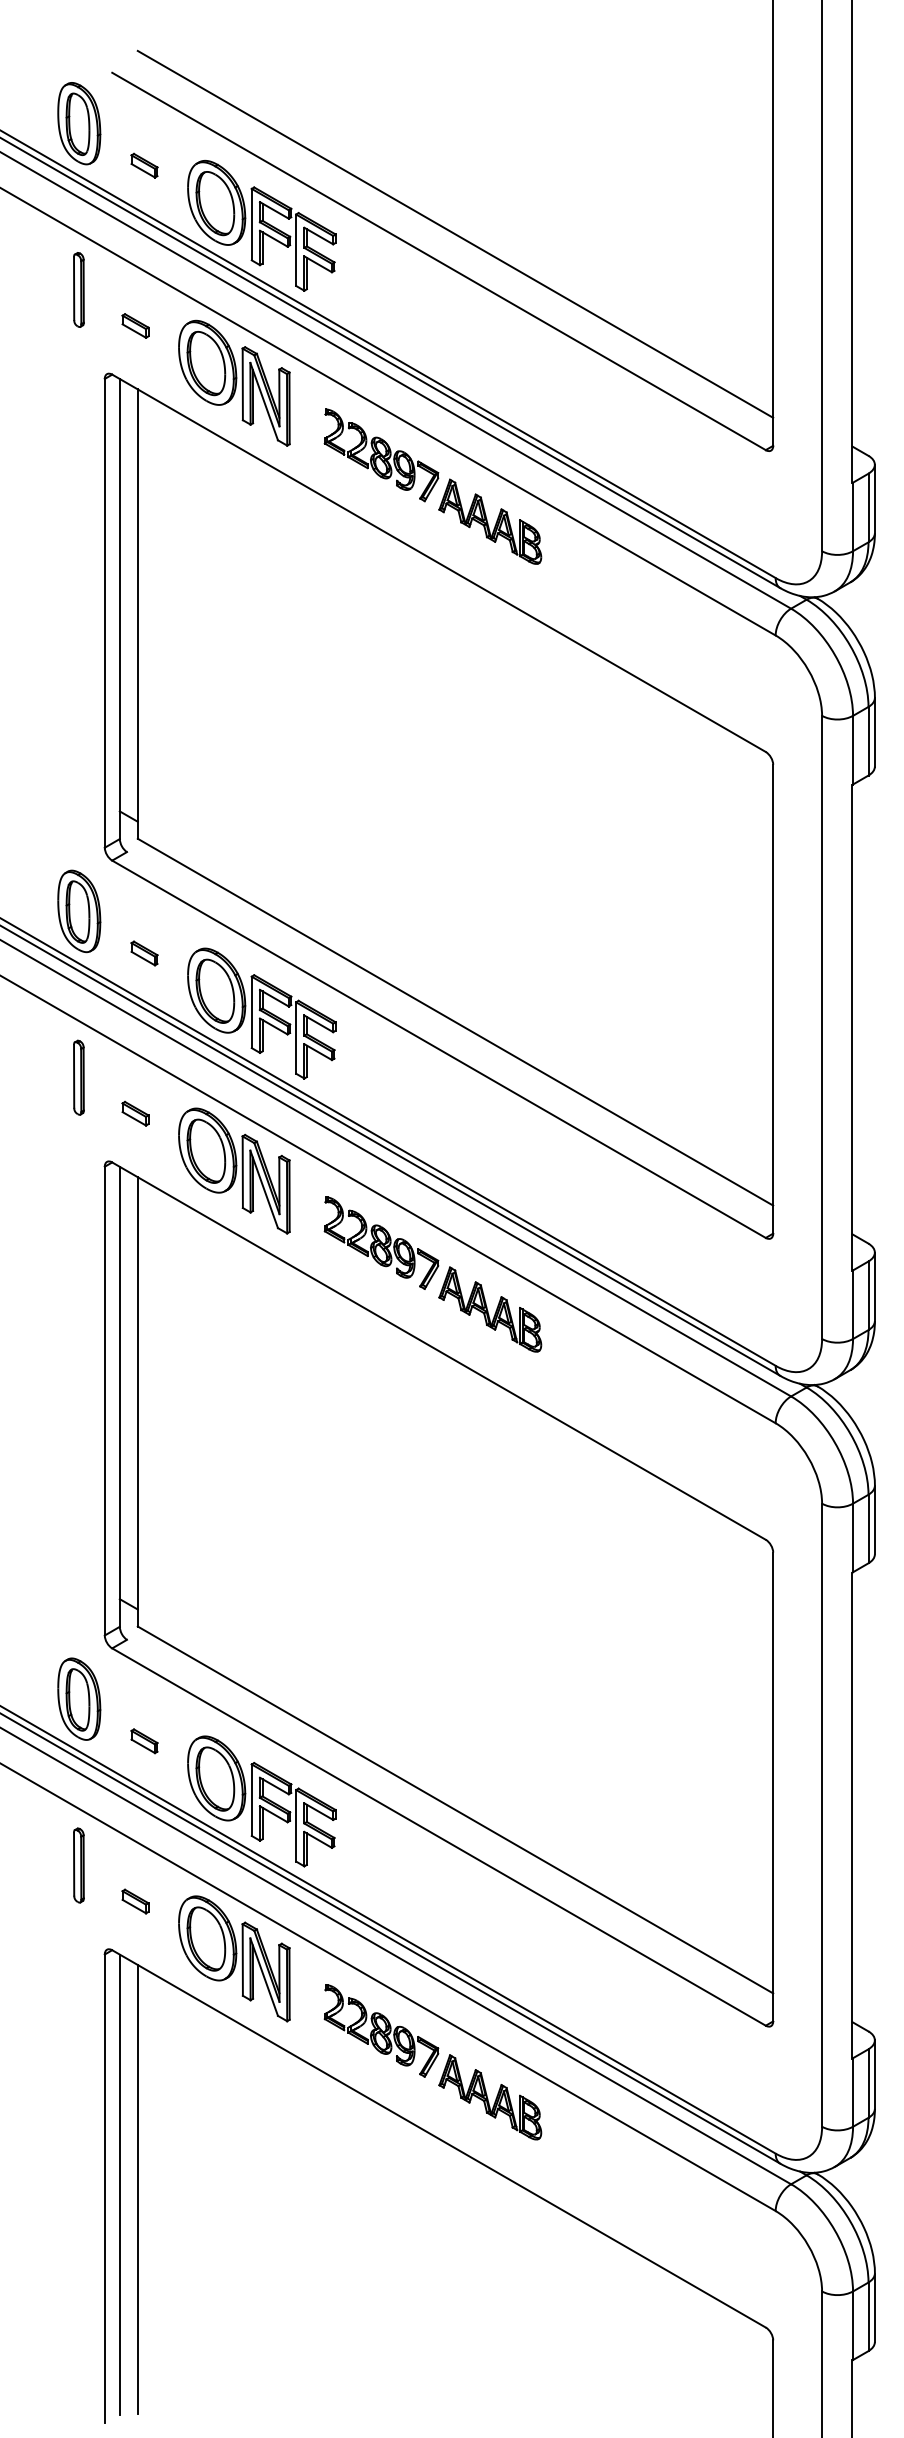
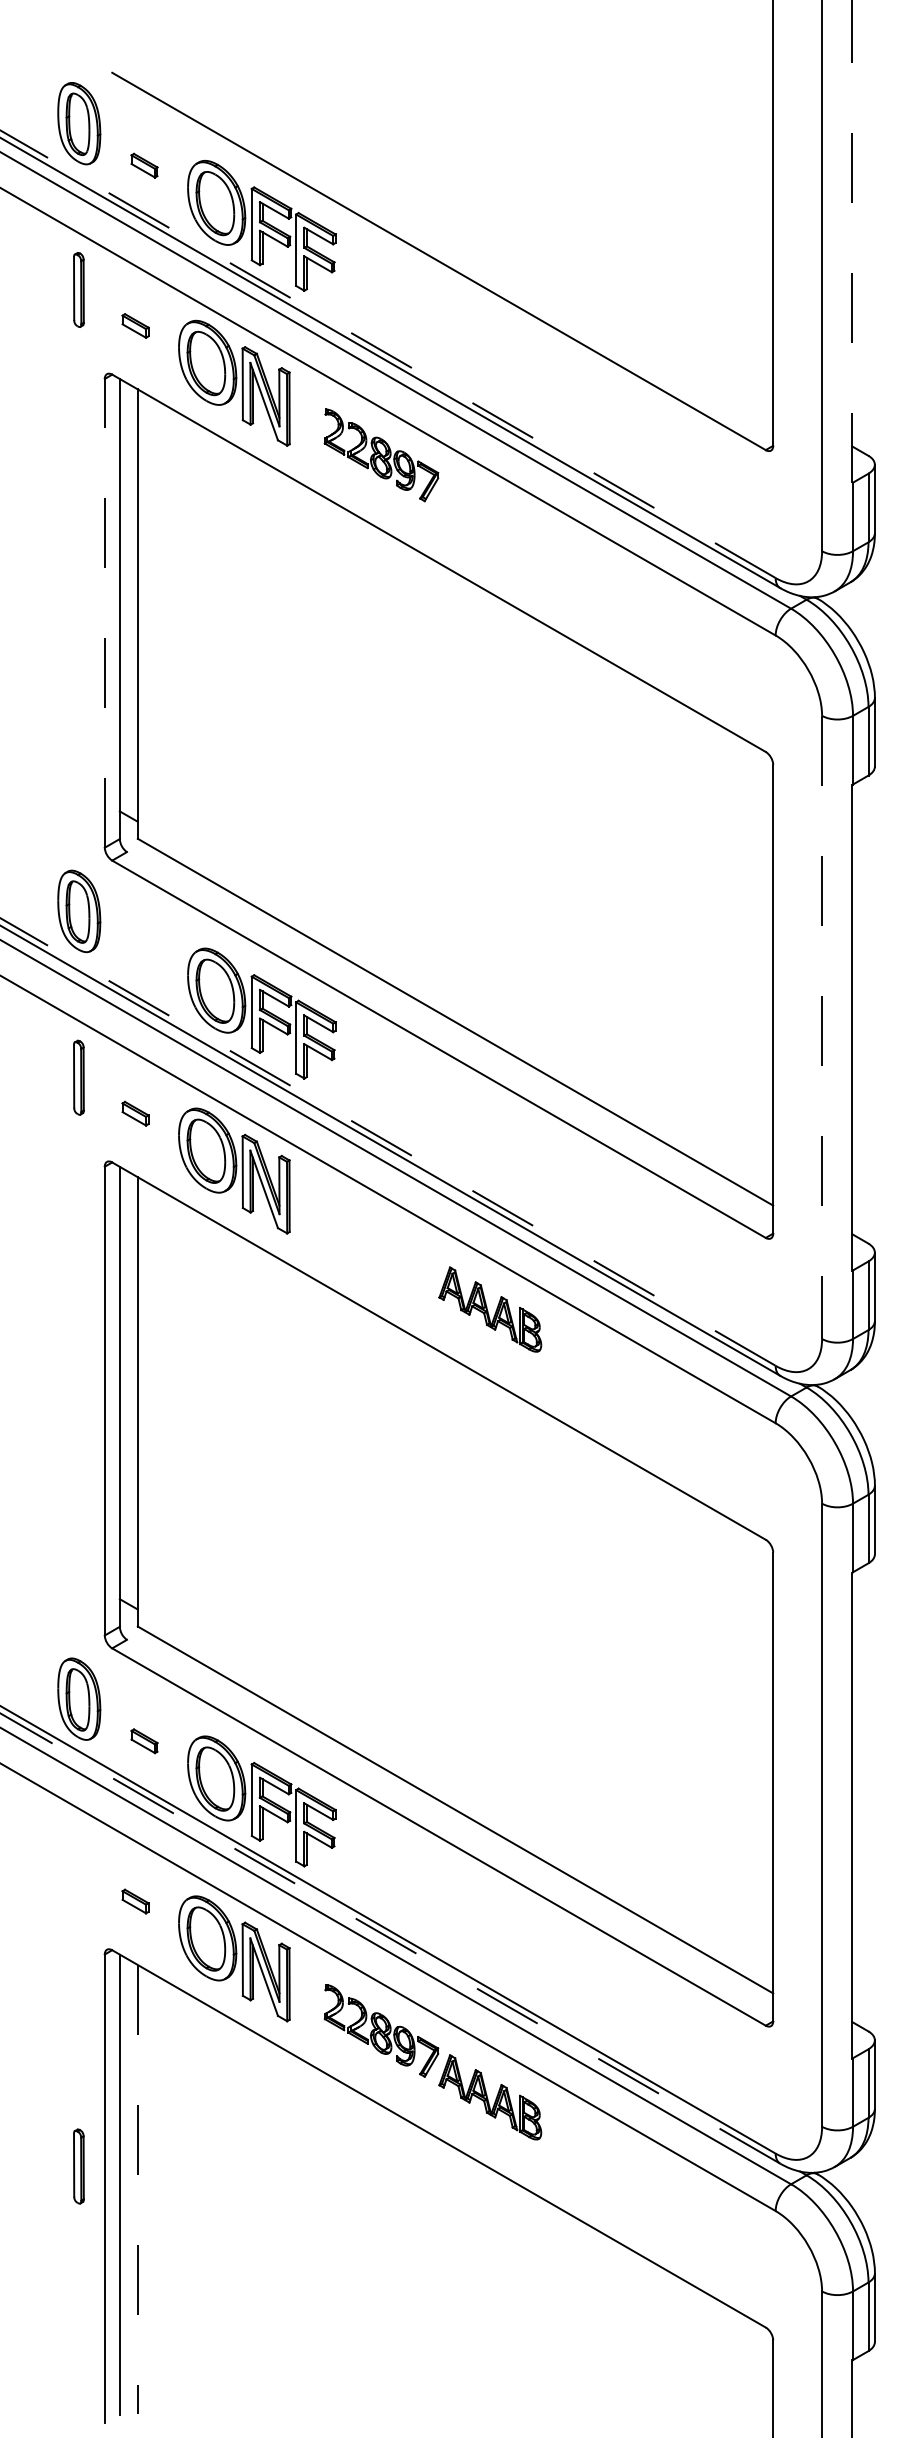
line at (455, 233): present -> none
line at (852, 241): solid -> dashed
line at (388, 354): solid -> dashed
part at (490, 521): present -> none
line at (104, 612): solid -> dashed
part at (144, 953): present -> none
line at (822, 1027): solid -> dashed
line at (388, 1142): solid -> dashed
part at (381, 1242): present -> none
part at (78, 1865) position: (78, 1865) -> (78, 2166)
line at (389, 1938): solid -> dashed
line at (137, 2189): solid -> dashed
